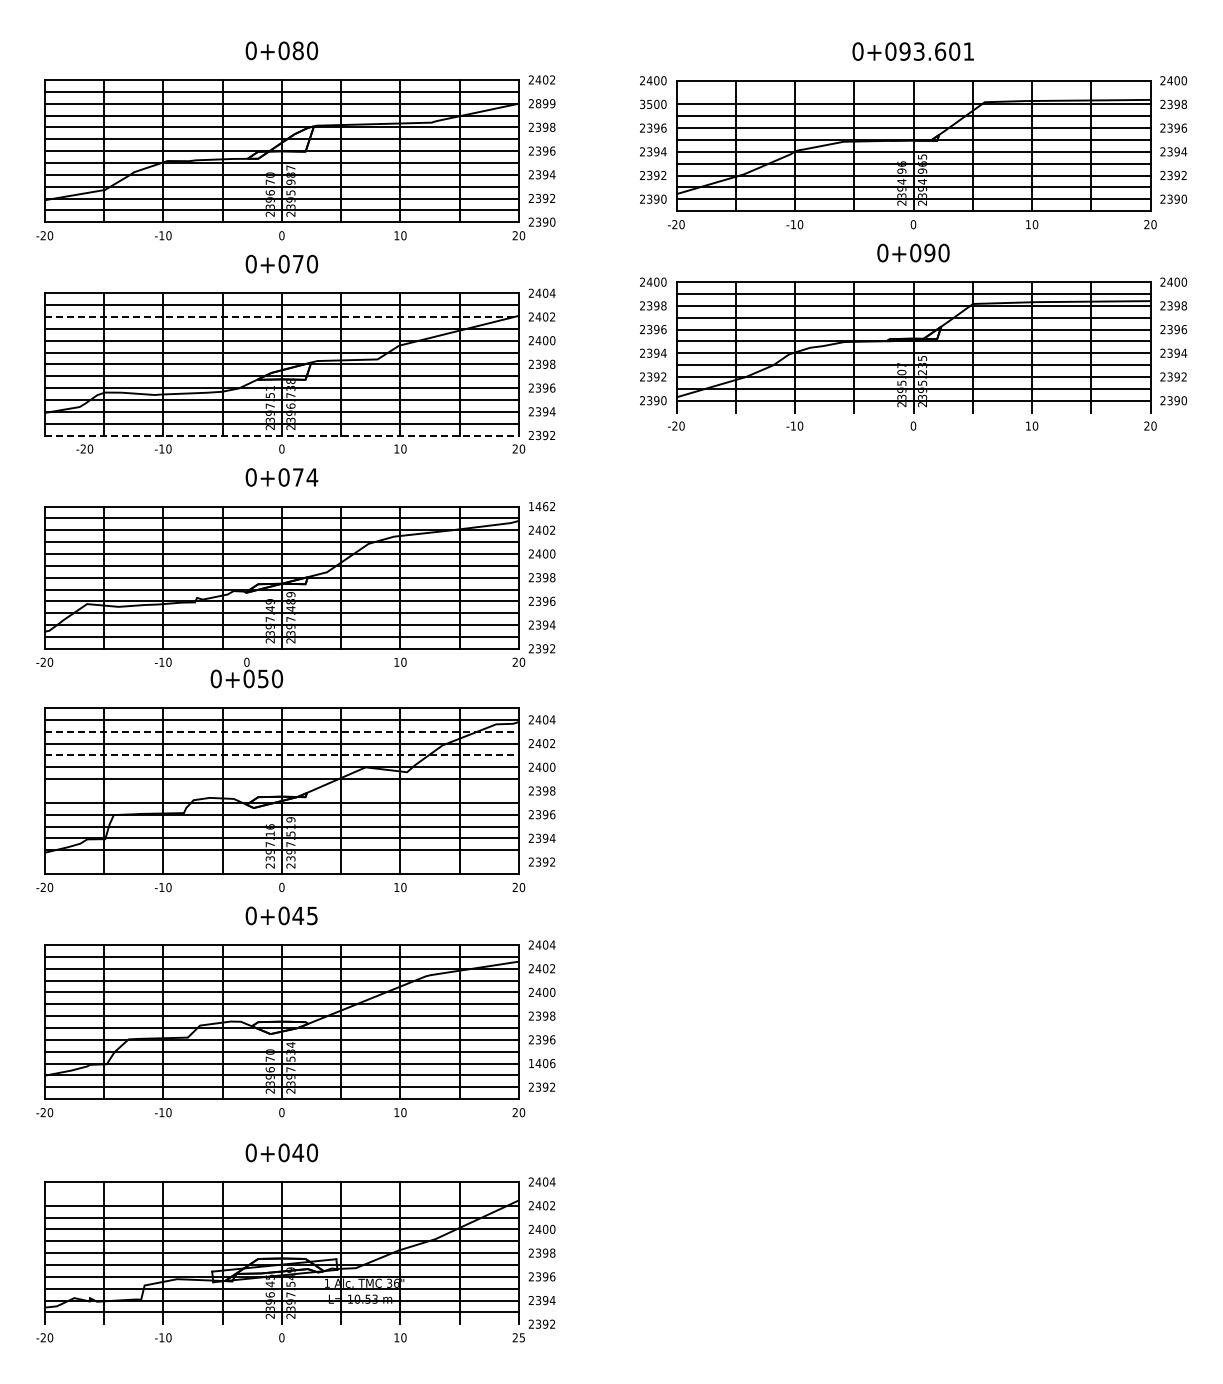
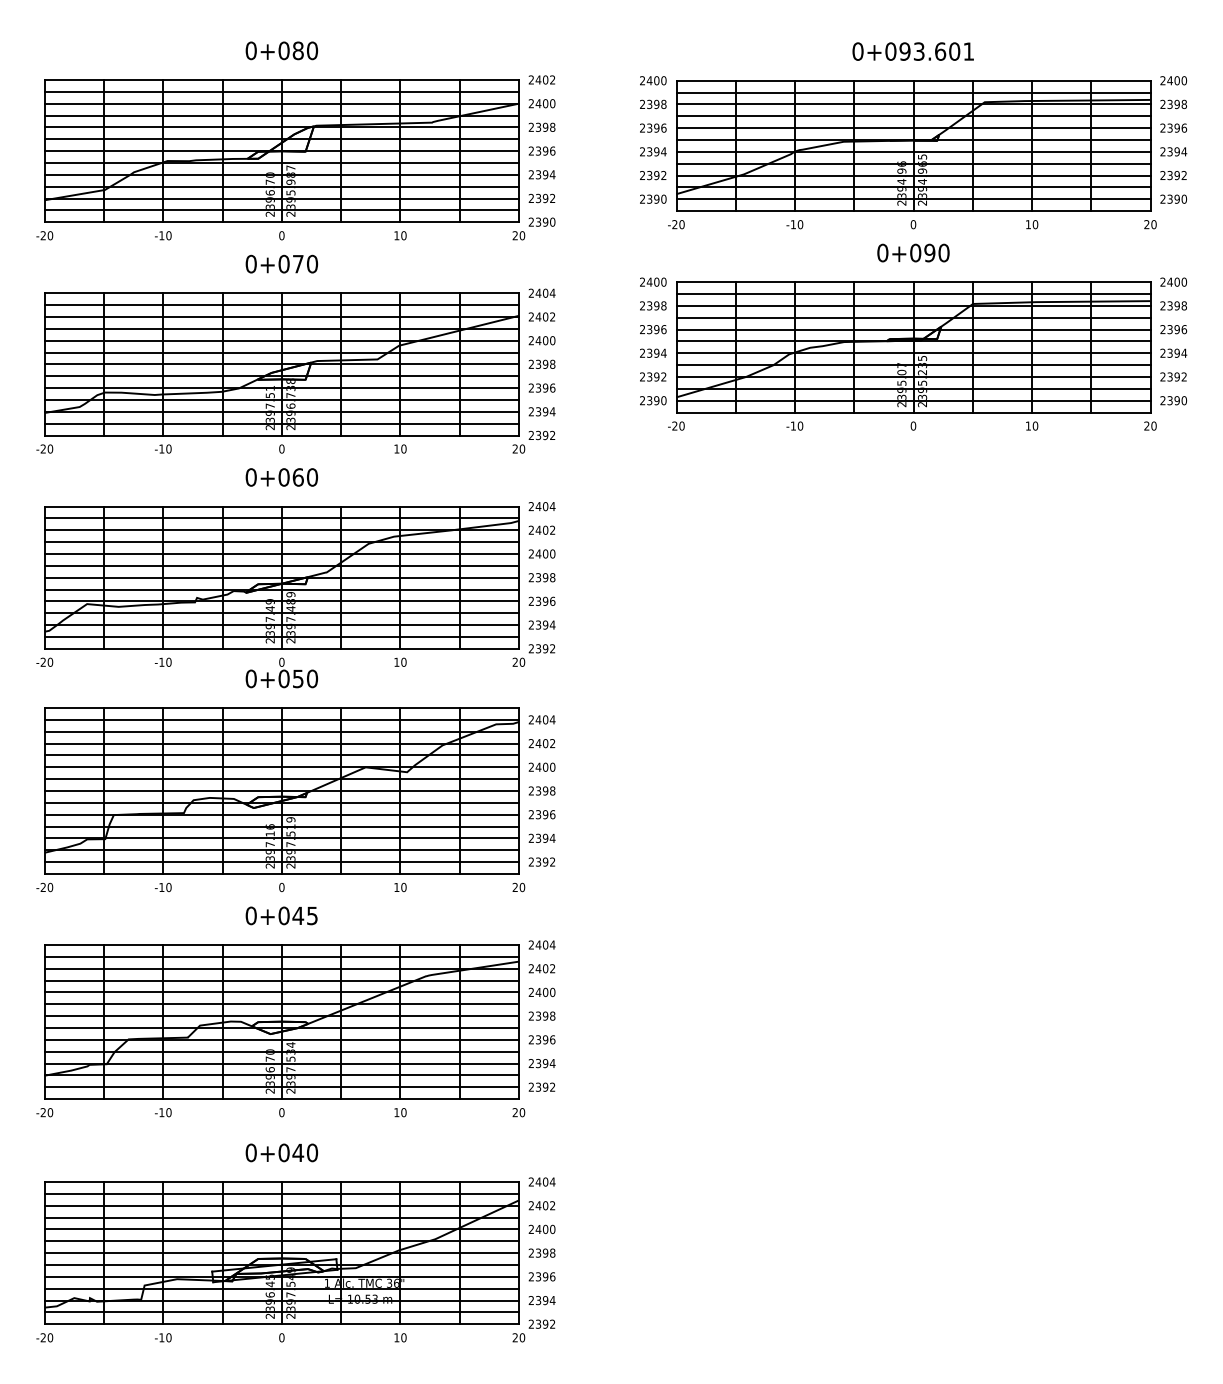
line at (913, 92): none -> present
text at (545, 103): 2899 -> 2400
text at (653, 103): 3500 -> 2398
line at (281, 317): dashed -> solid
line at (913, 412): none -> present
line at (281, 435): dashed -> solid
text at (84, 448) position: (84, 448) -> (44, 448)
text at (305, 477): 0+074 -> 0+060
text at (541, 506): 1462 -> 2404
text at (246, 672) position: (246, 672) -> (281, 672)
line at (281, 731): dashed -> solid
line at (281, 755): dashed -> solid
line at (281, 791): none -> present
line at (281, 862): none -> present
text at (541, 1063): 1406 -> 2394
line at (281, 1193): none -> present
line at (281, 1324): none -> present
text at (522, 1337): 25 -> 20
